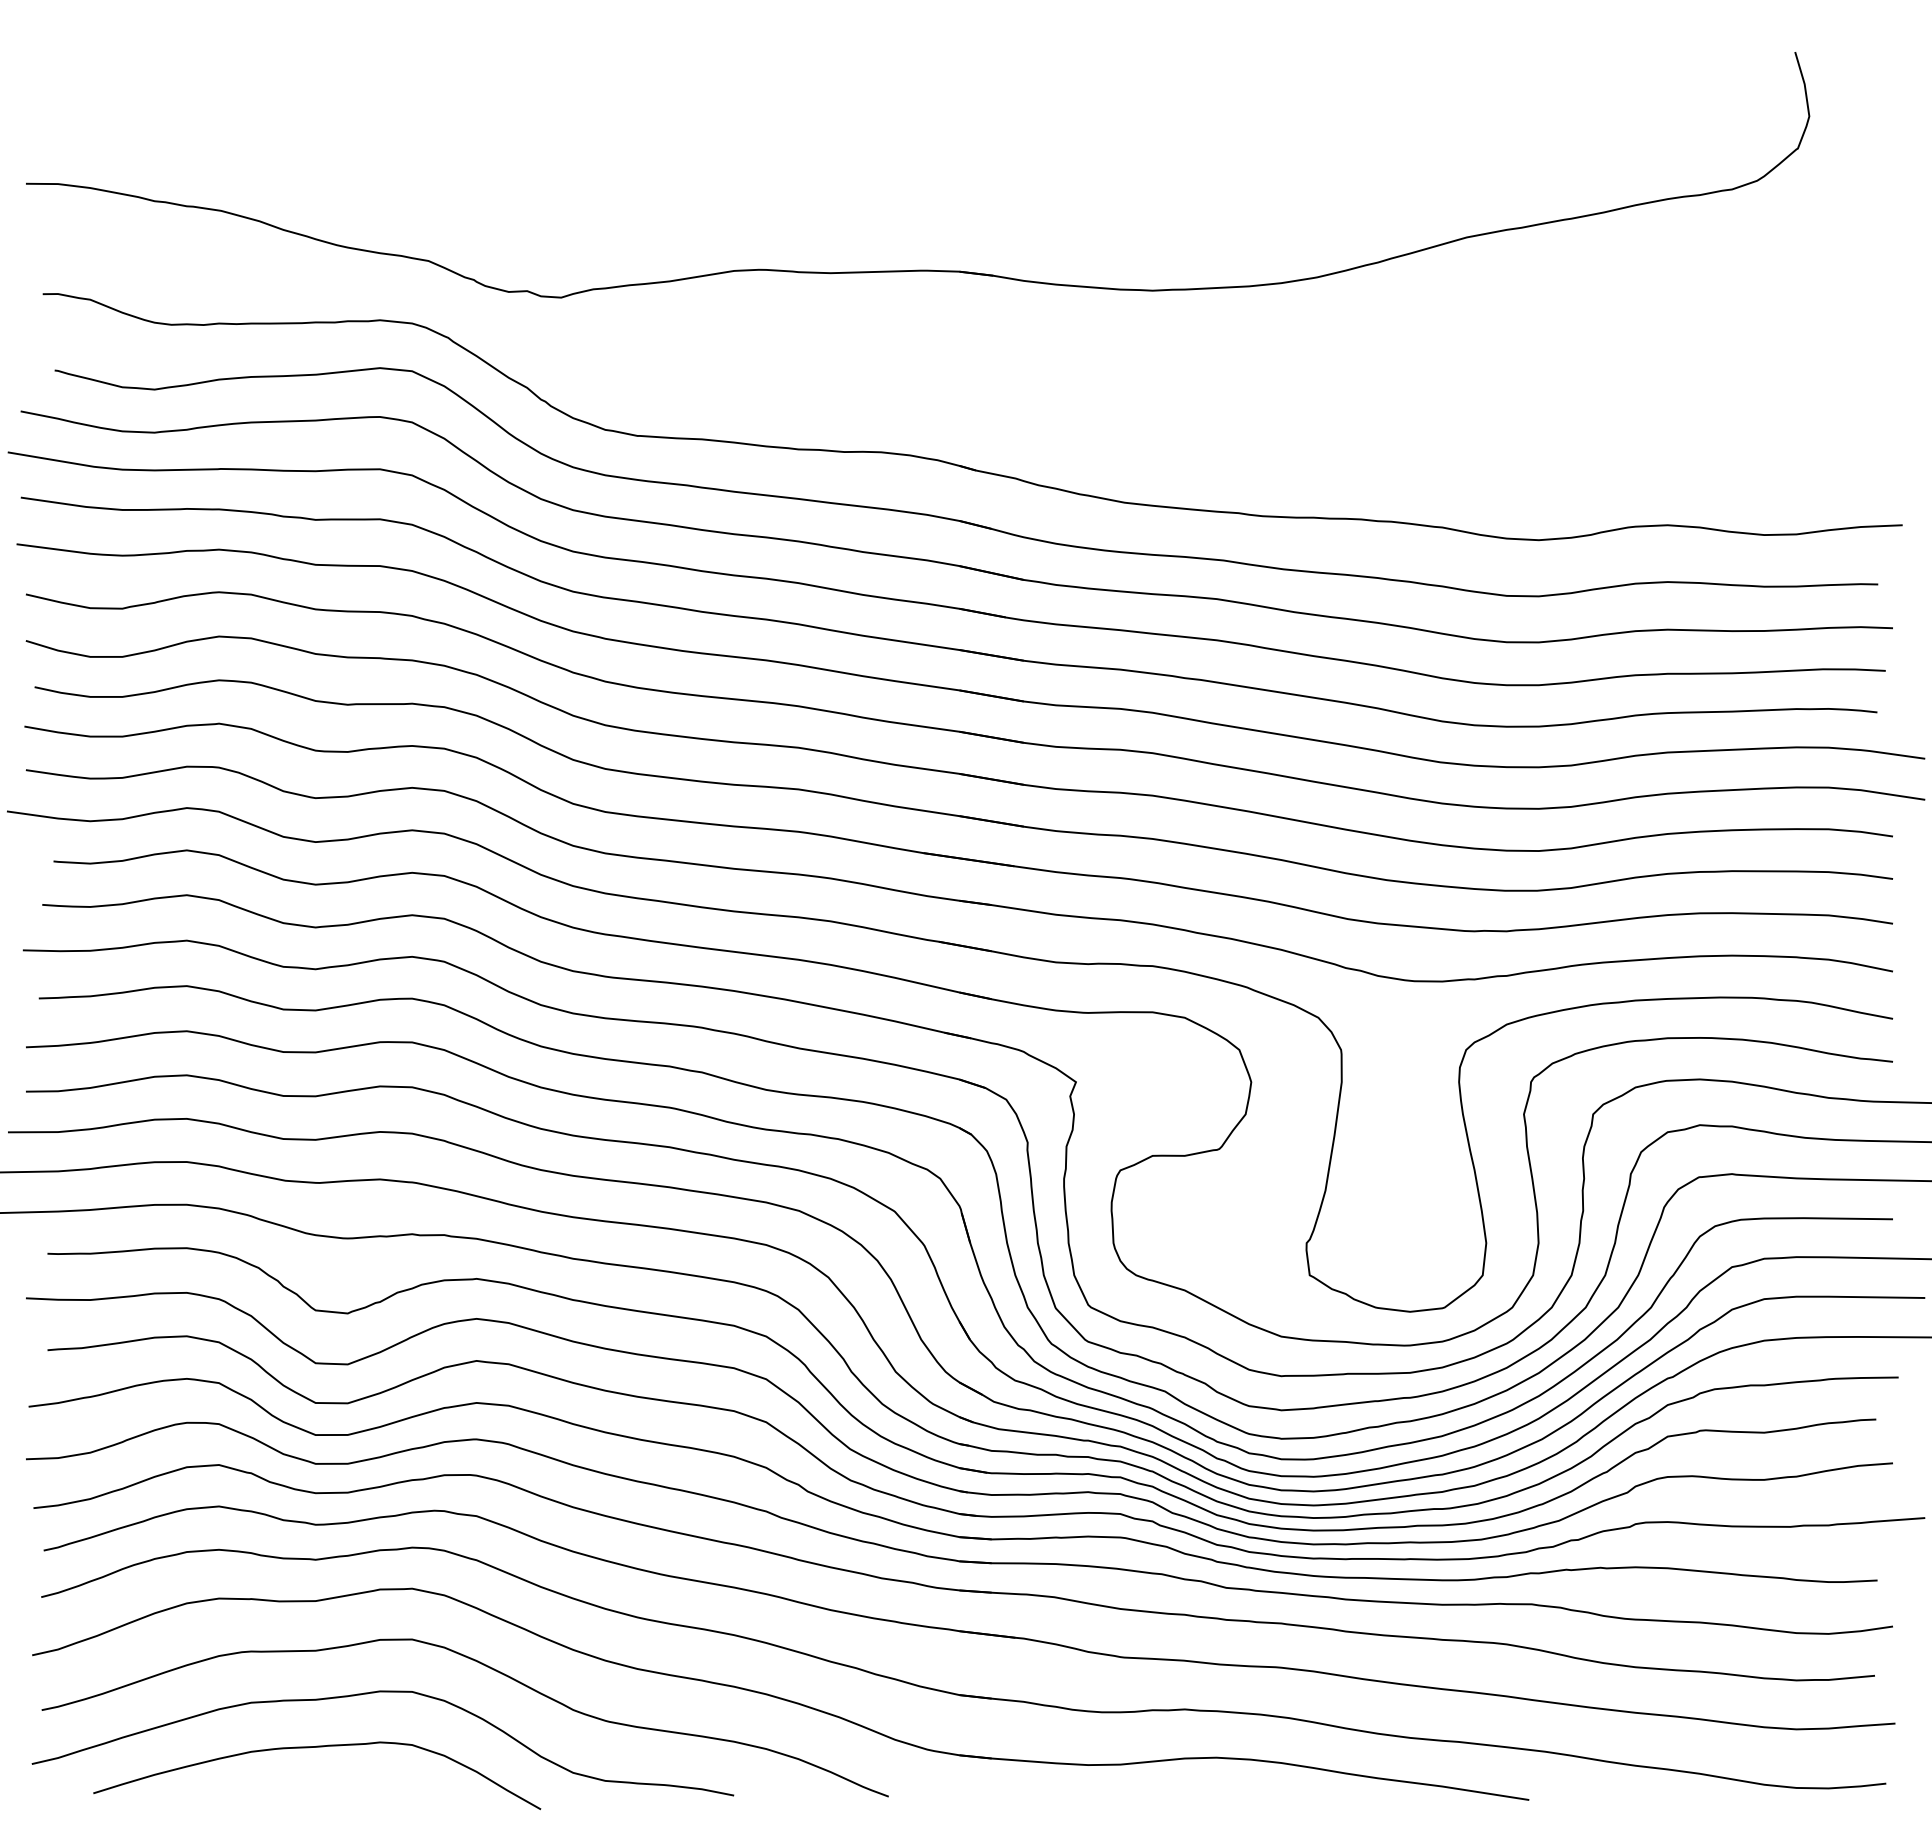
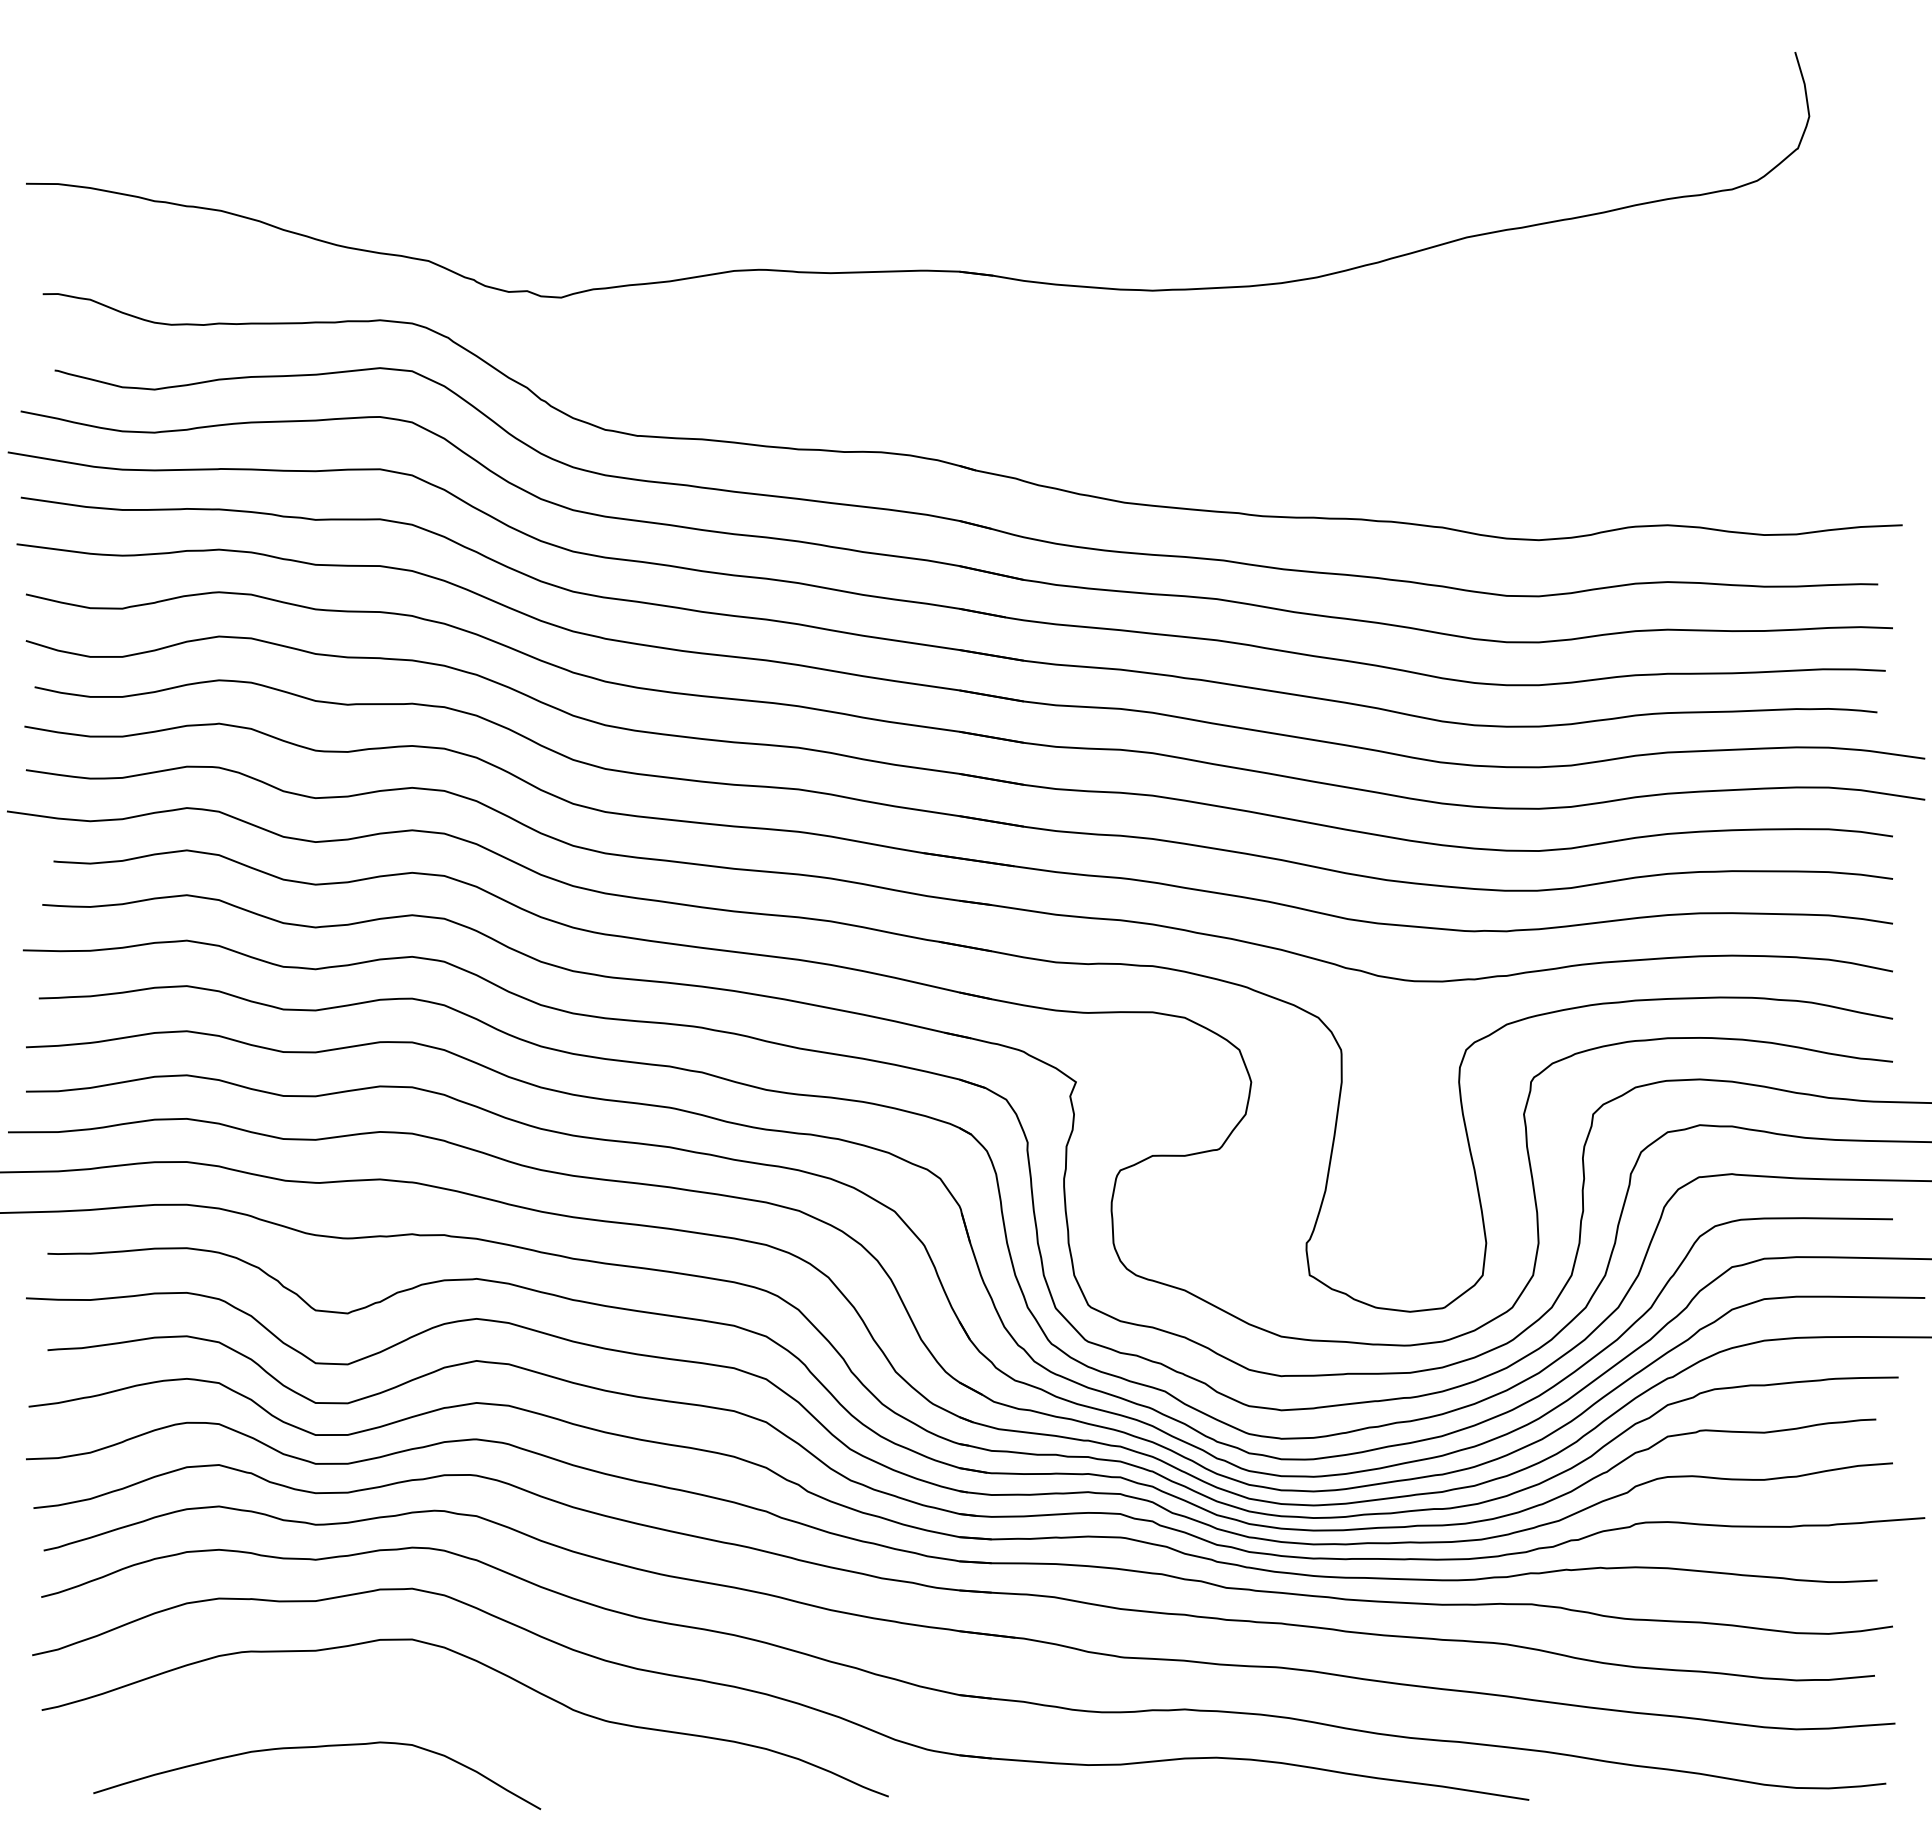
curve at (374, 1693): present -> none
